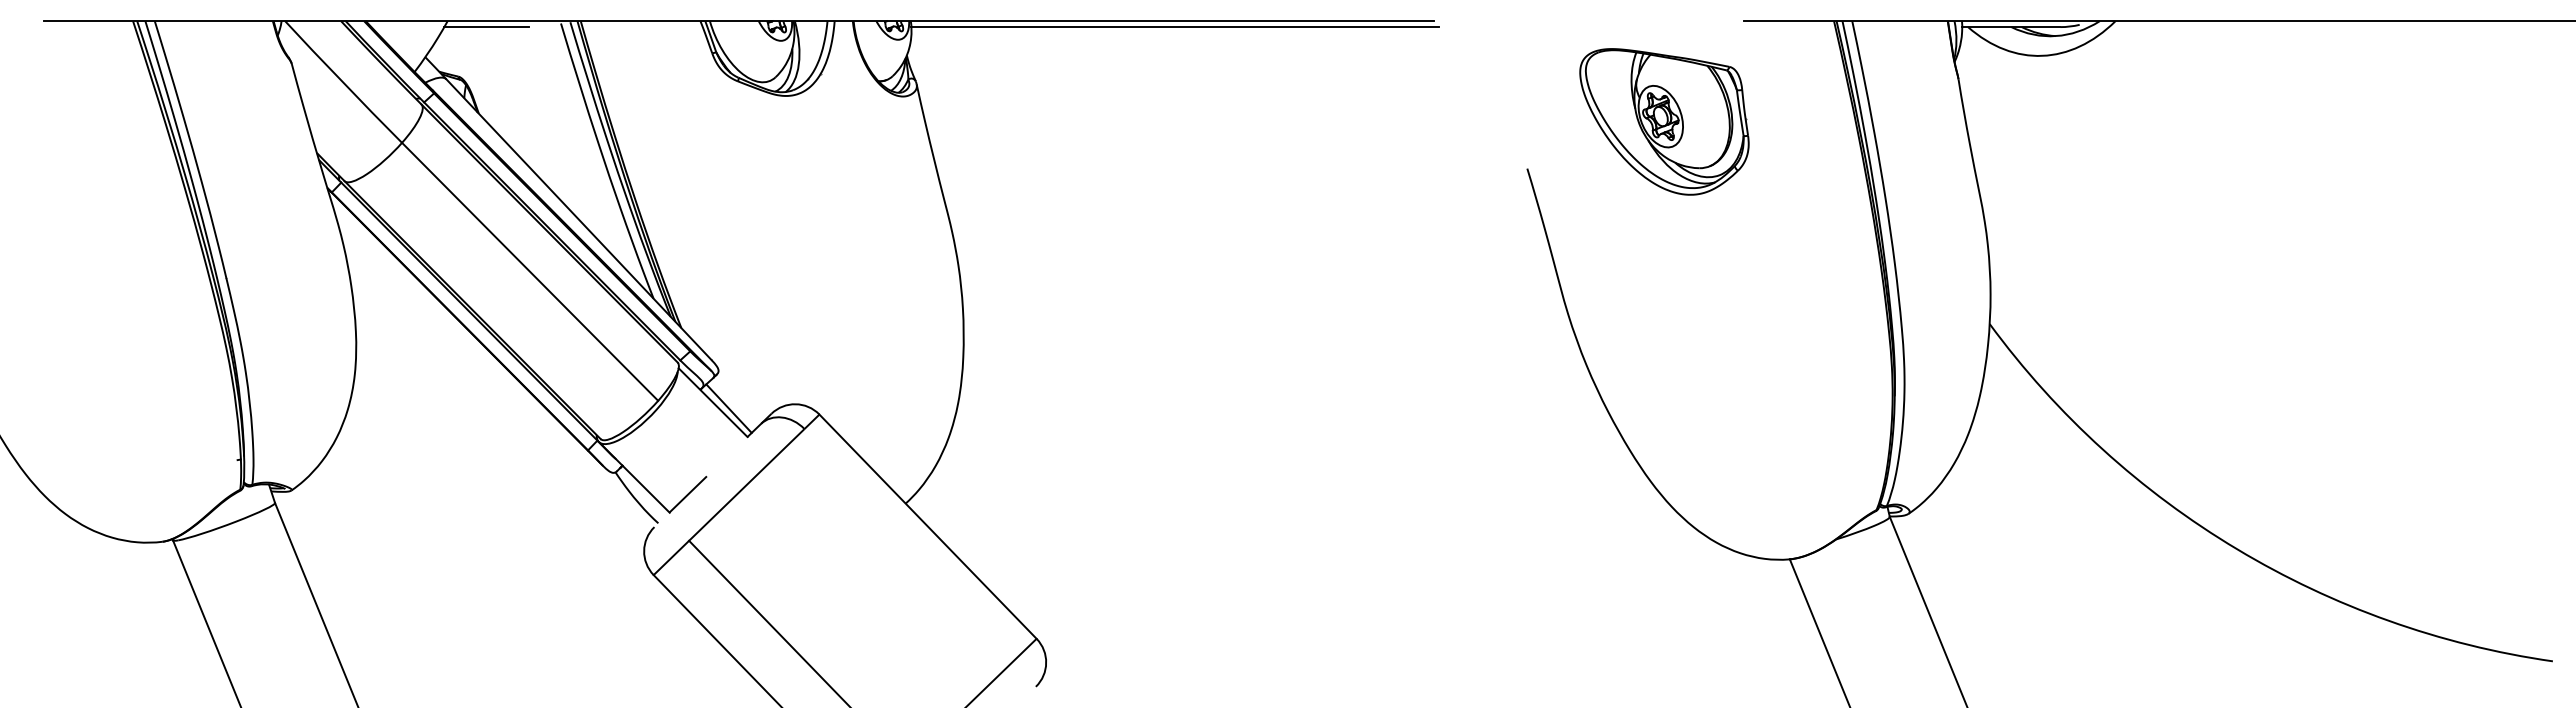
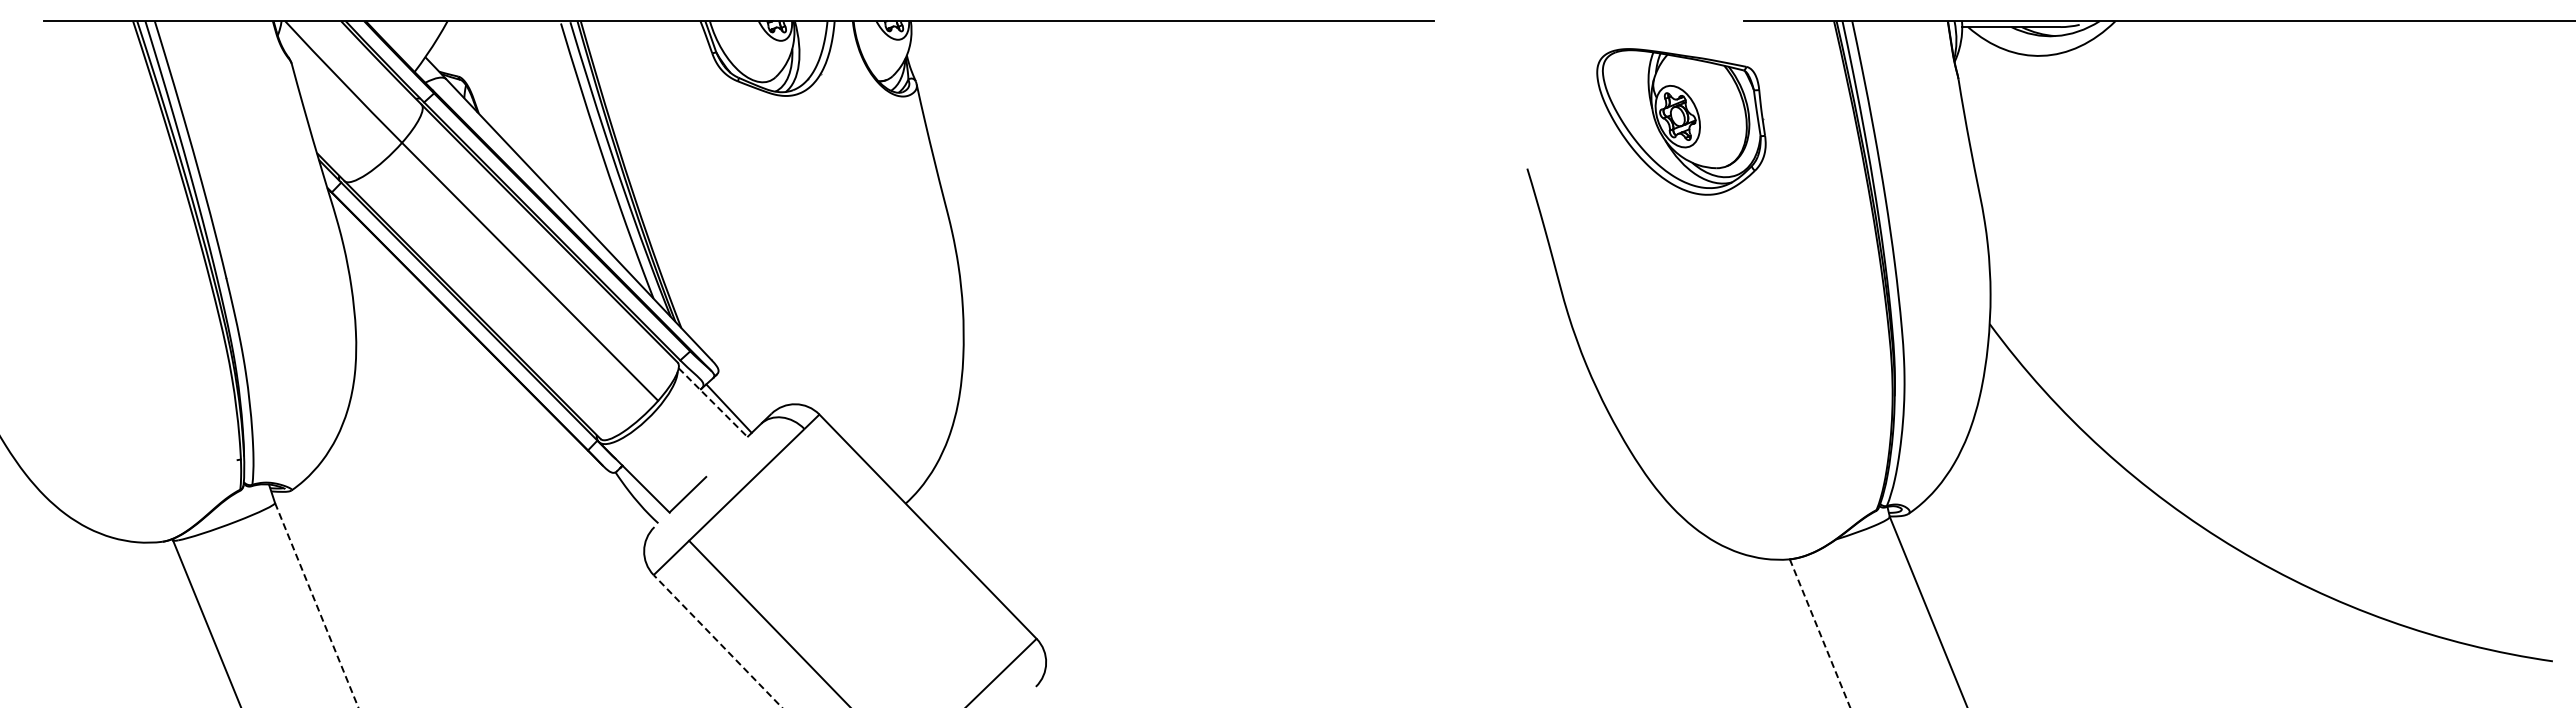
line at (486, 27): present -> none
line at (1174, 27): present -> none
part at (1664, 121) position: (1664, 121) -> (1681, 121)
line at (713, 402): solid -> dashed
line at (316, 605): solid -> dashed
line at (1820, 633): solid -> dashed
line at (717, 641): solid -> dashed
